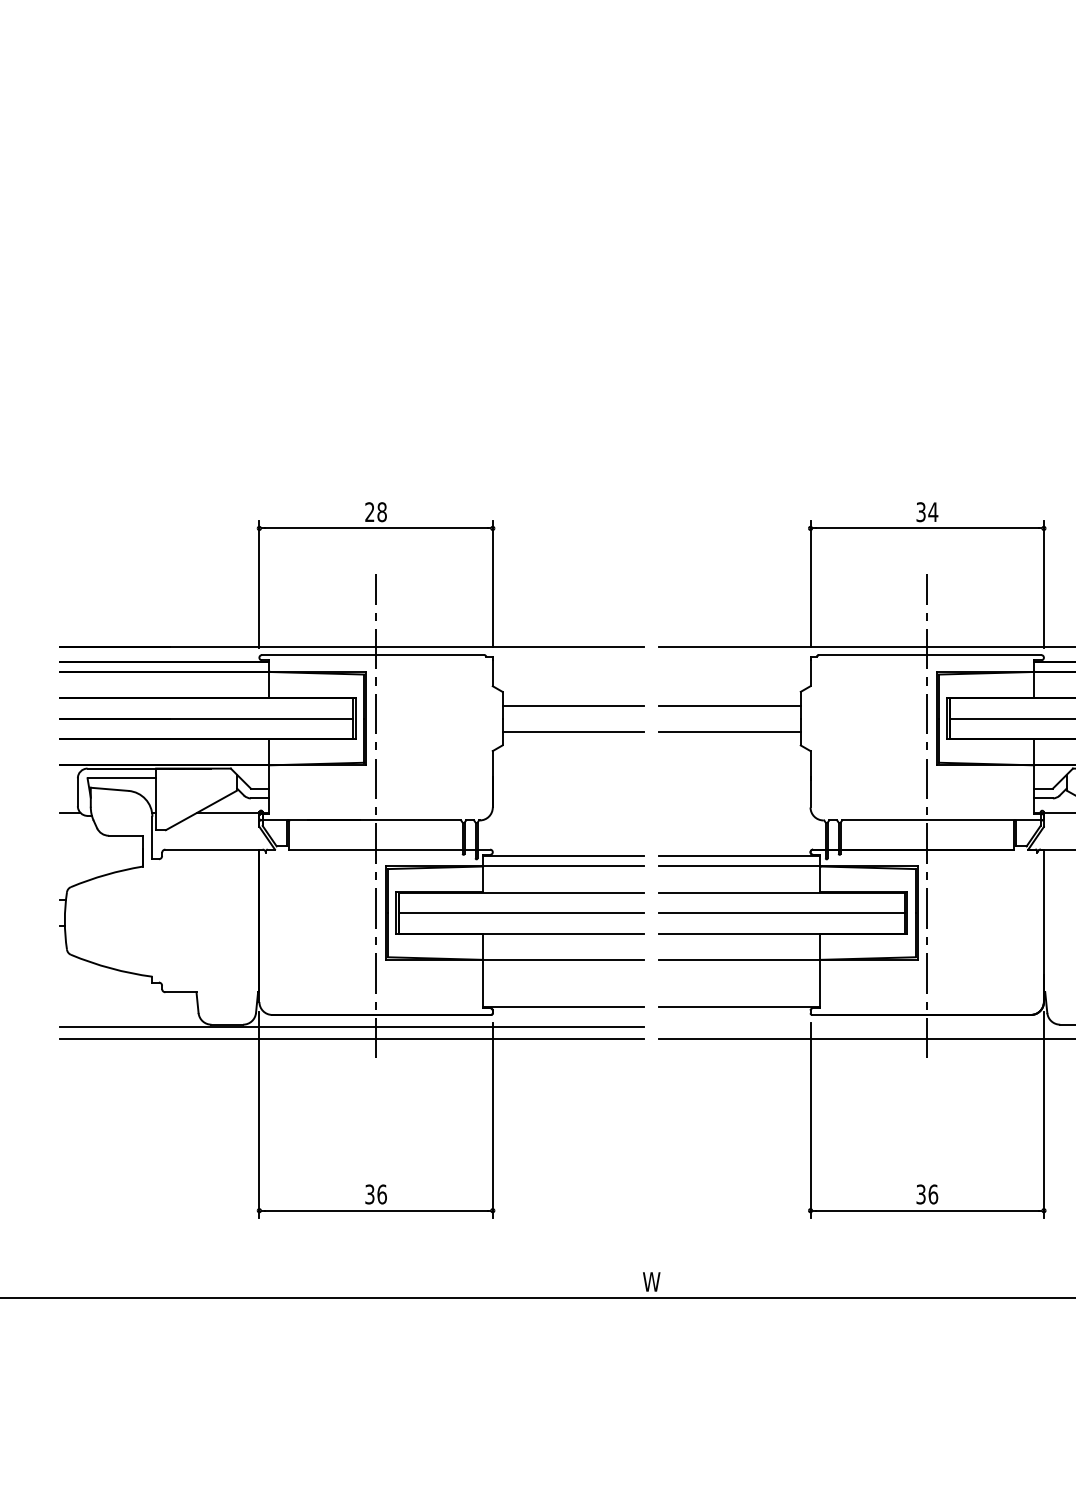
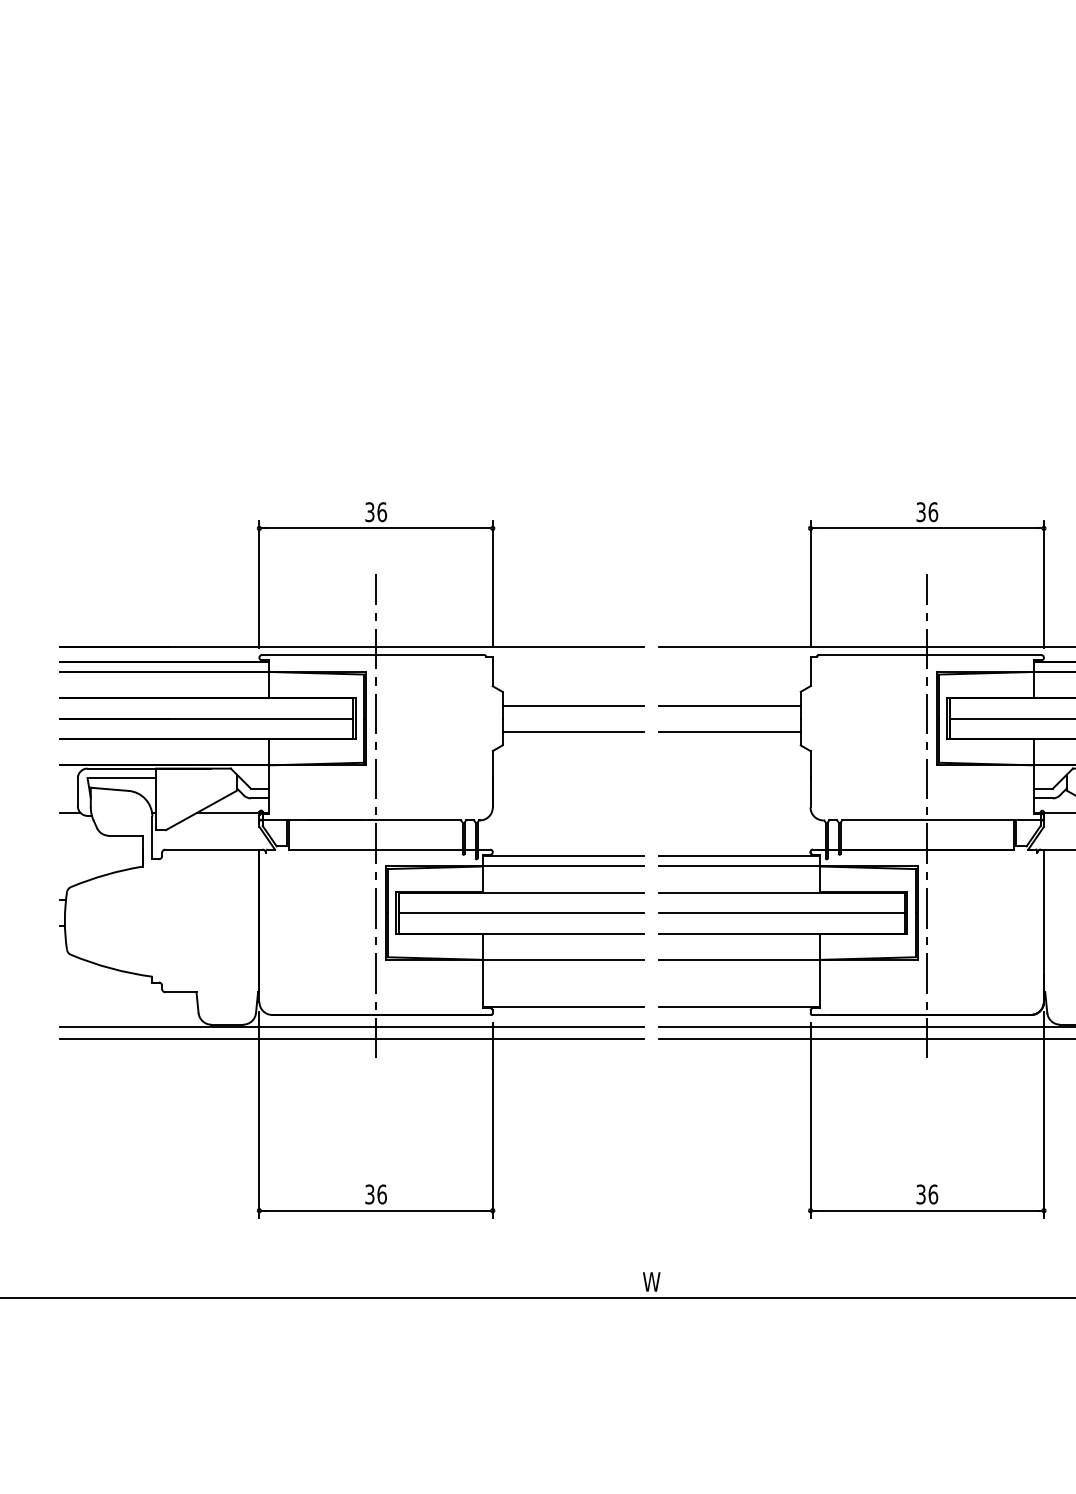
text at (375, 512): 28 -> 36
text at (933, 512): 34 -> 36
line at (865, 1027): none -> present
